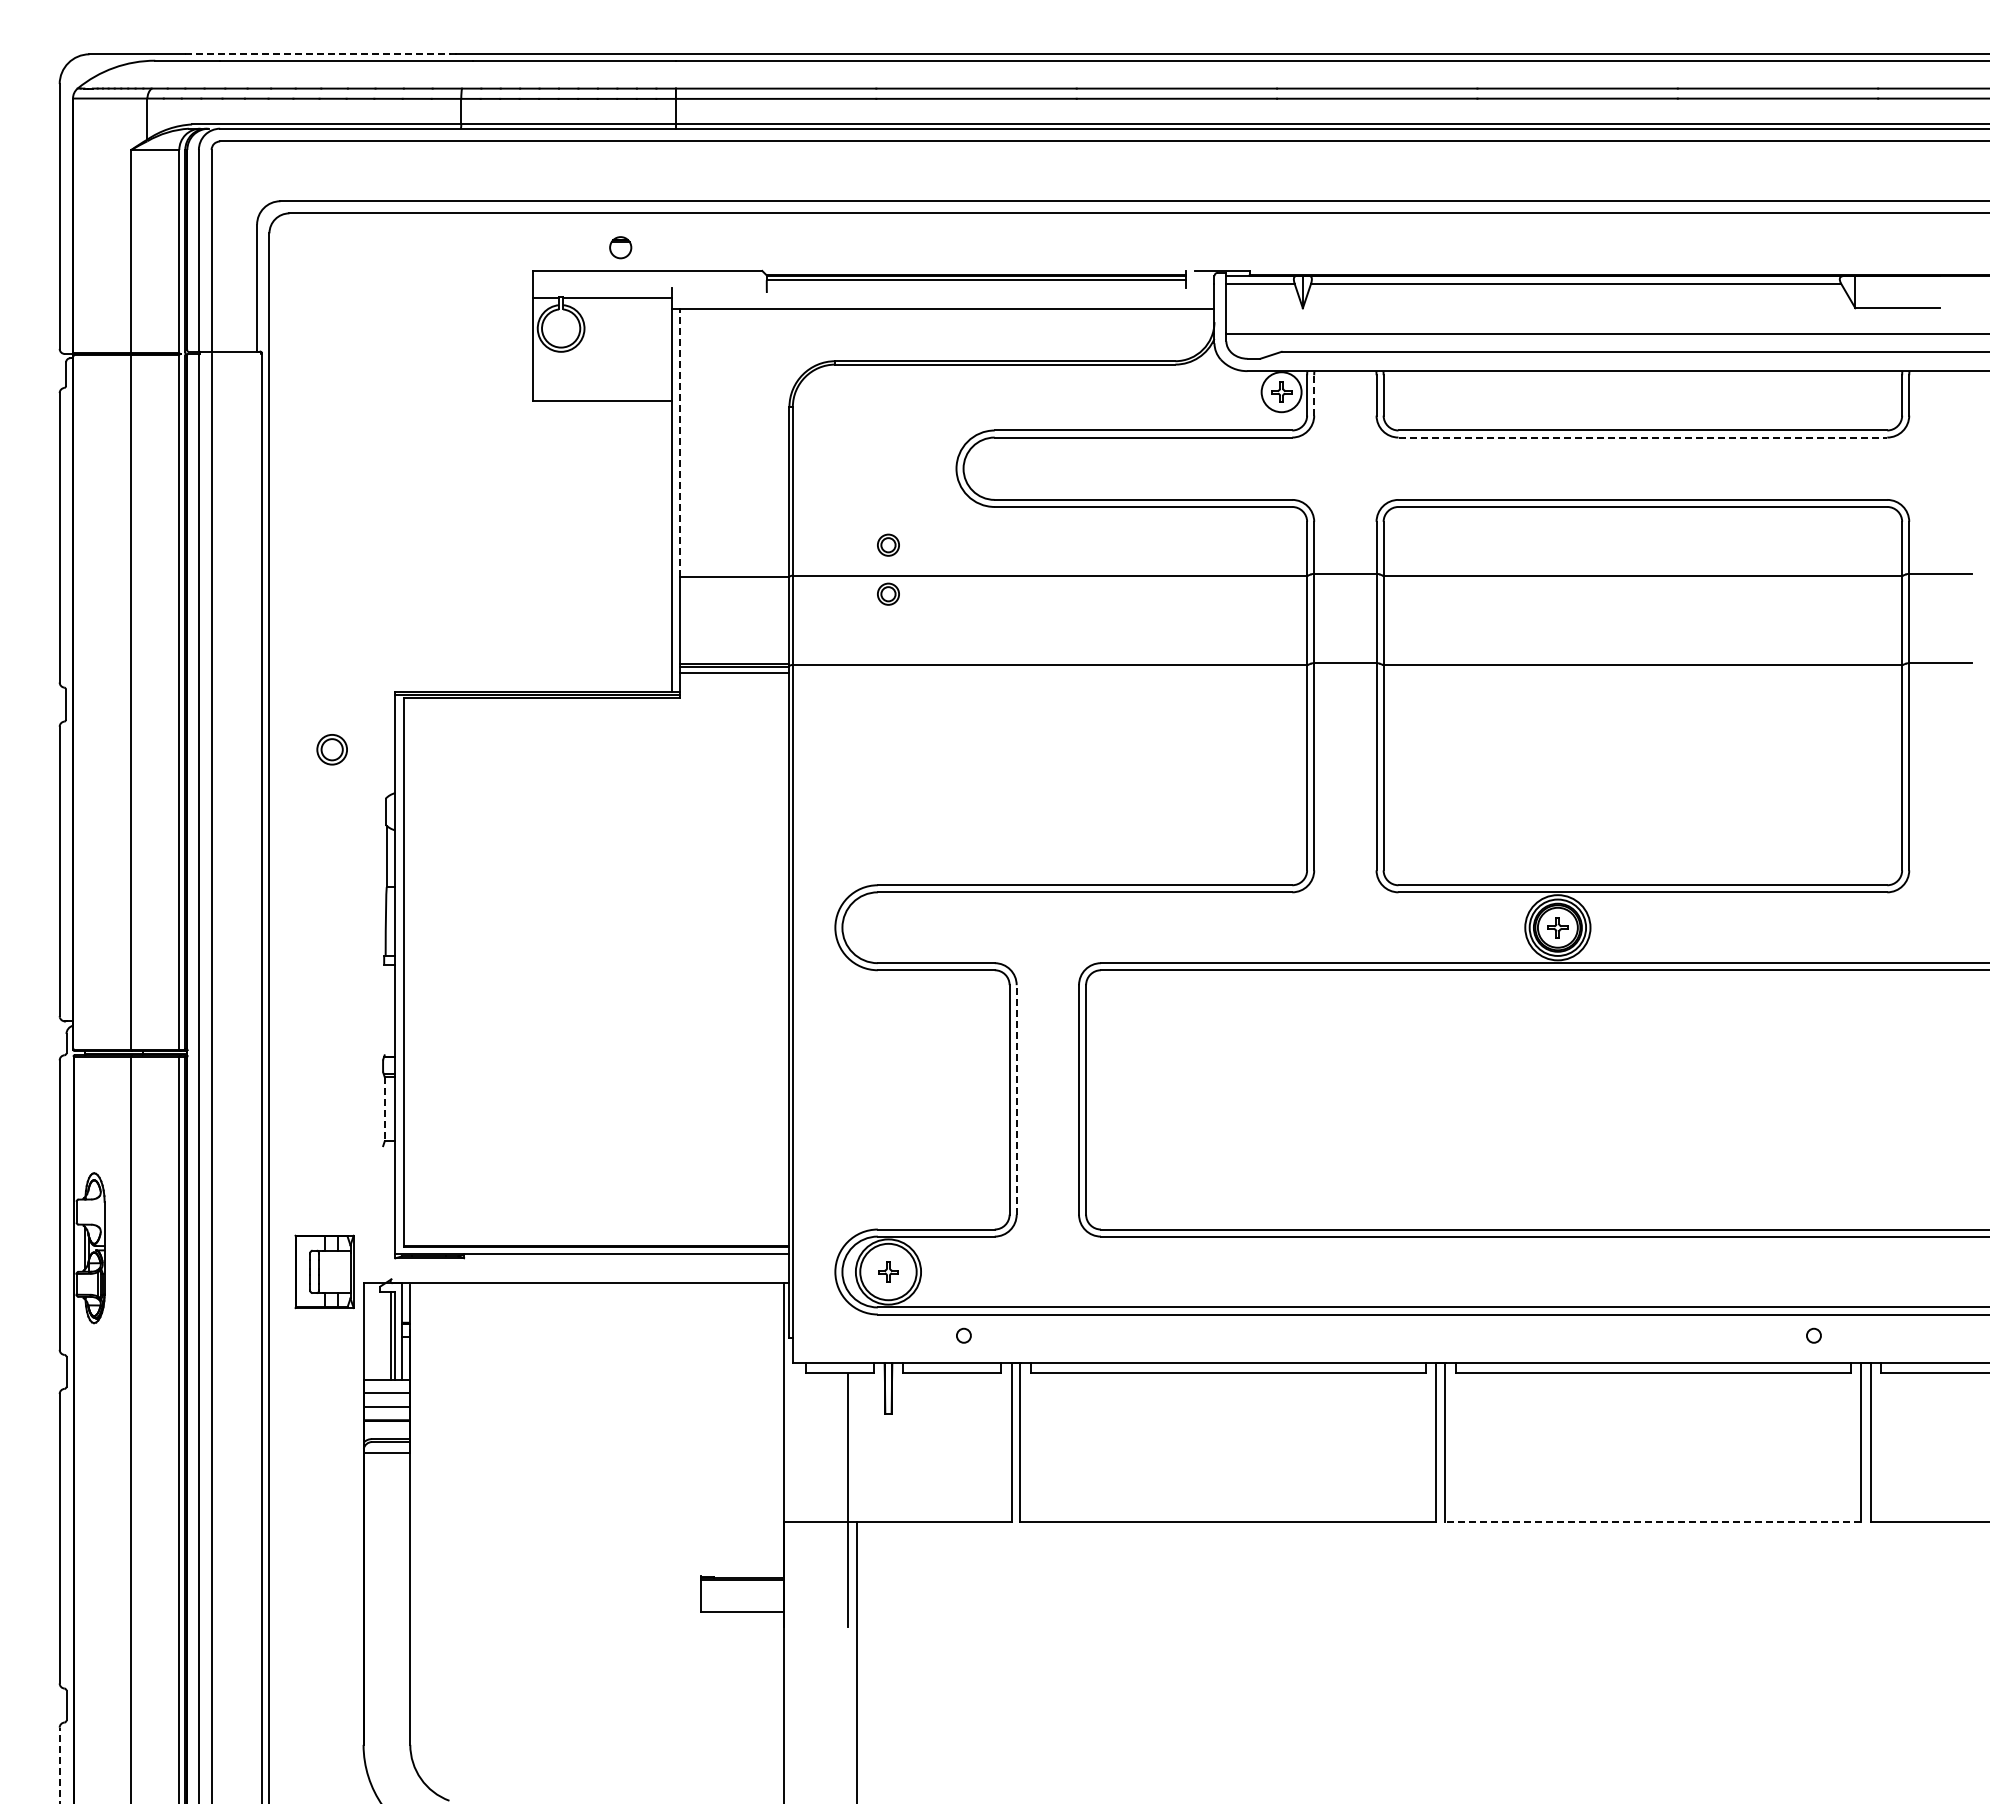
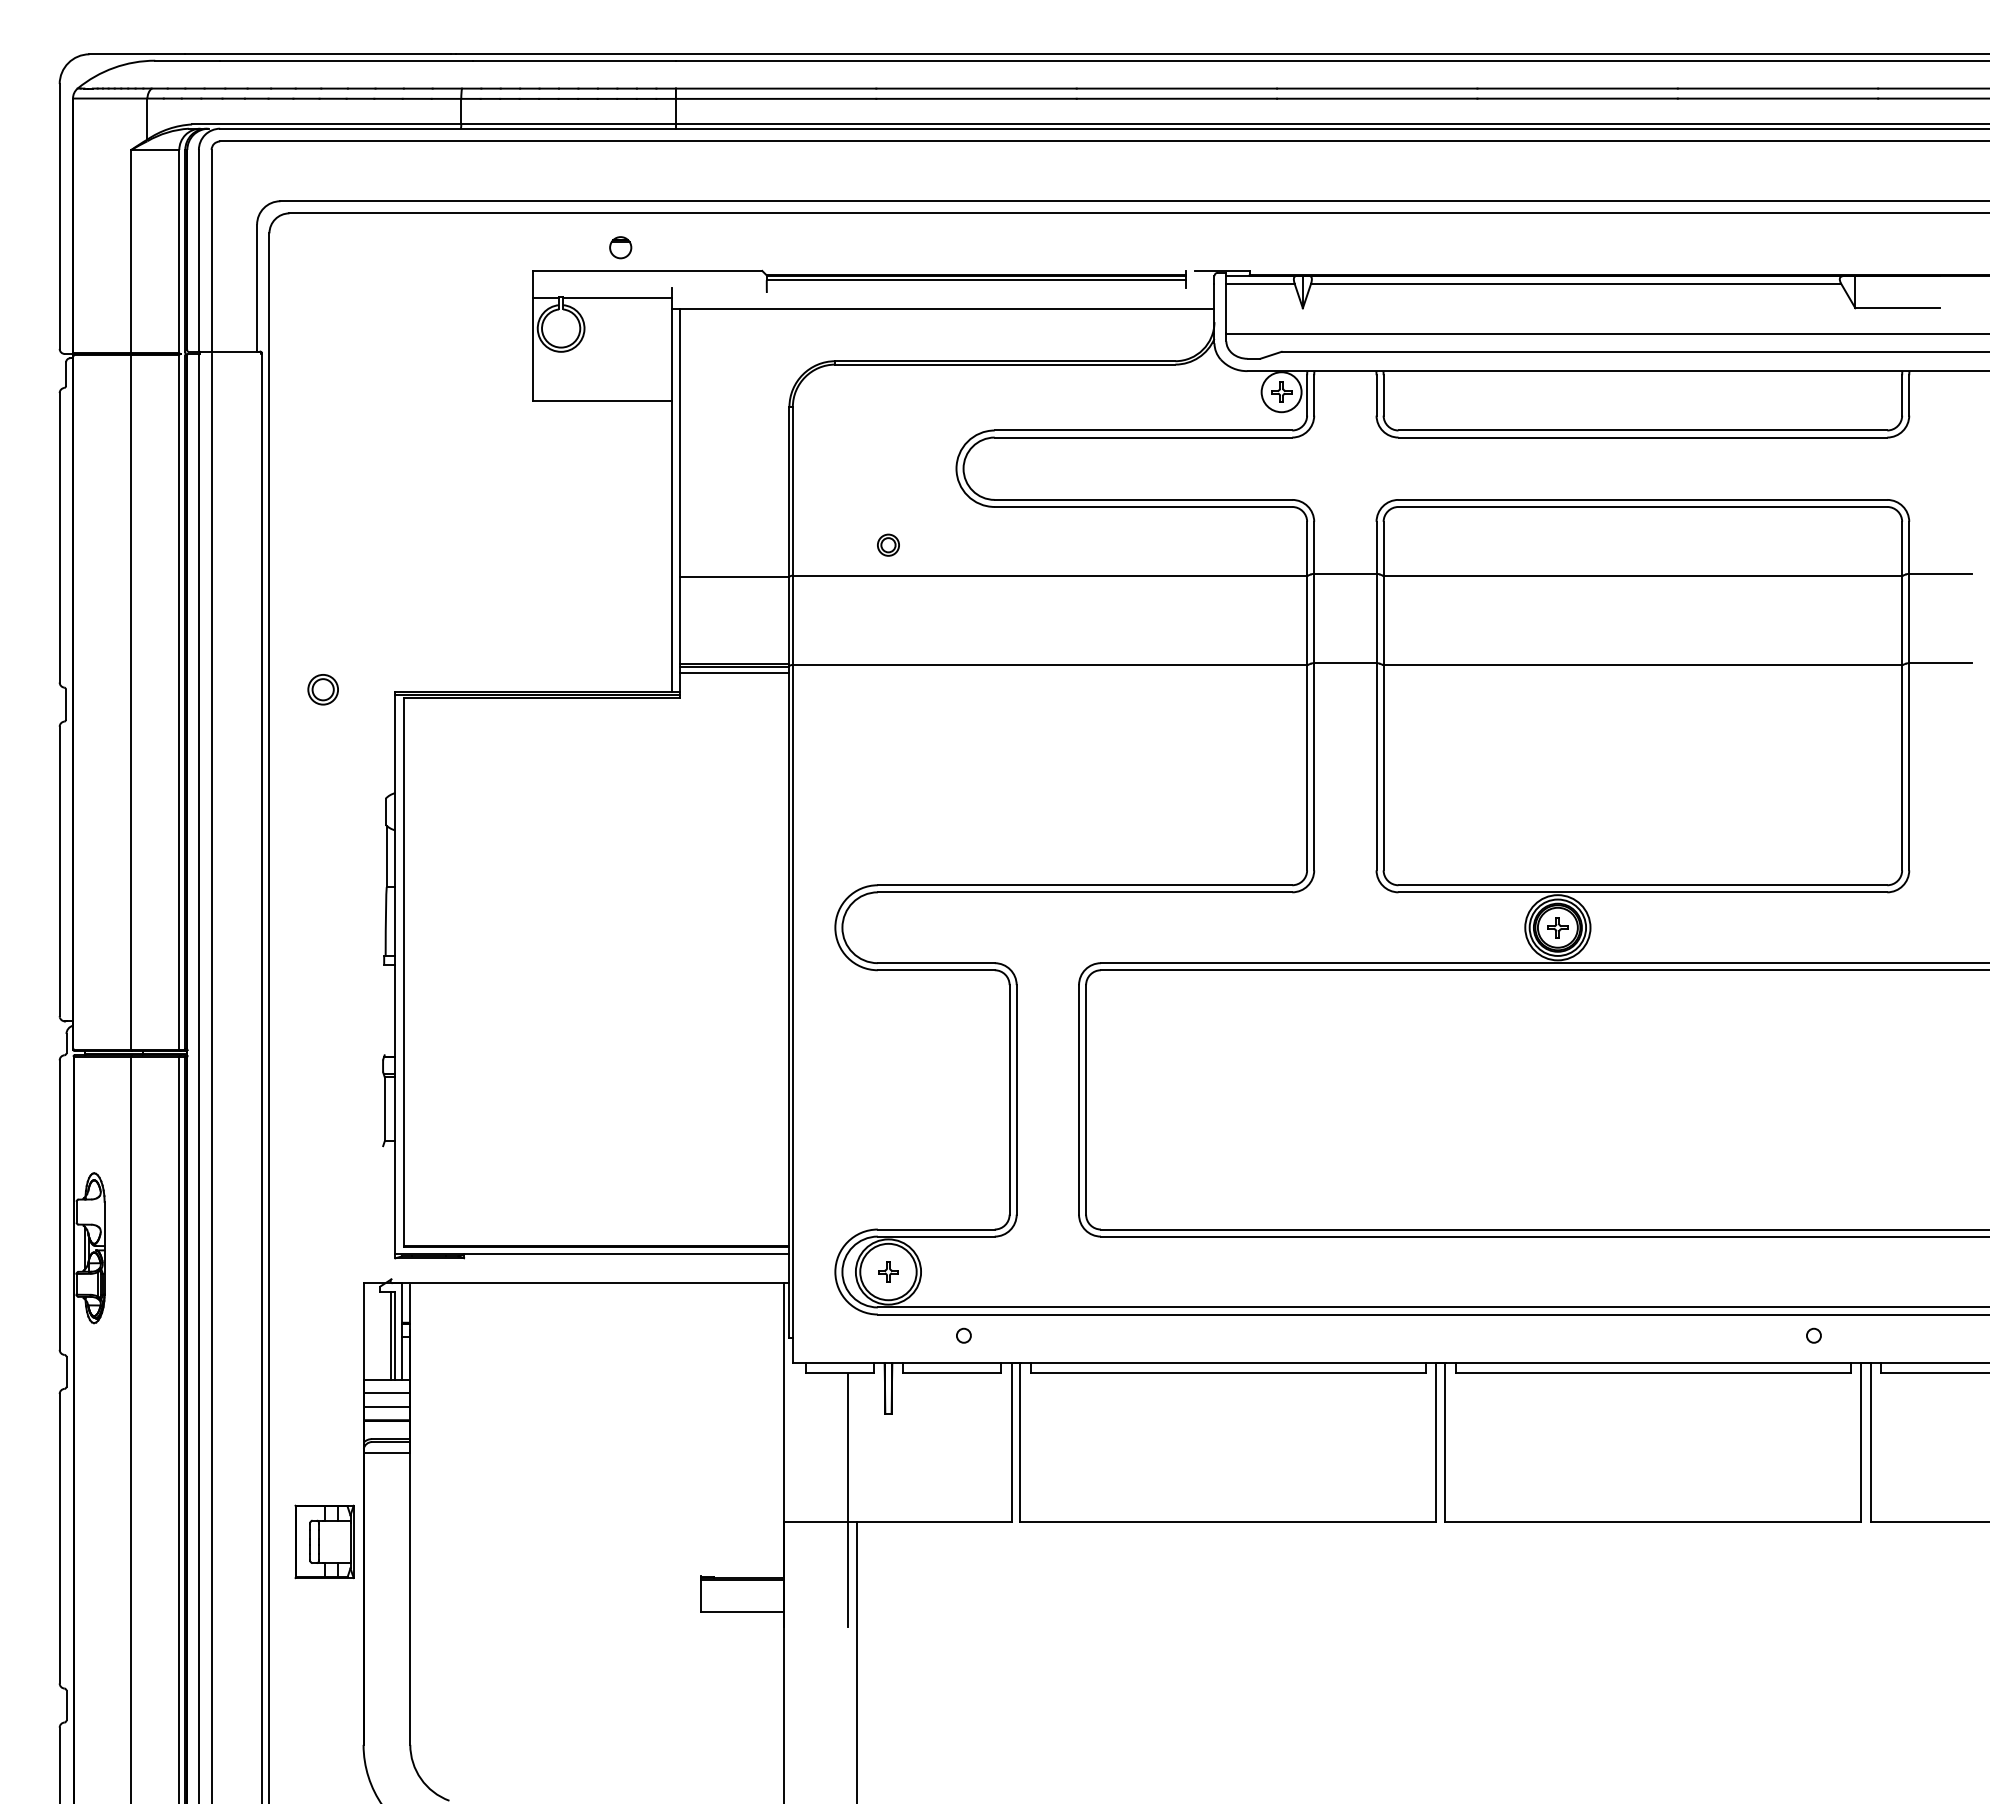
line at (317, 54): dashed -> solid
line at (1314, 394): dashed -> solid
line at (1643, 437): dashed -> solid
line at (680, 442): dashed -> solid
part at (888, 593): present -> none
part at (331, 749) position: (331, 749) -> (322, 689)
line at (1016, 1099): dashed -> solid
line at (384, 1109): dashed -> solid
part at (324, 1271) position: (324, 1271) -> (324, 1541)
line at (1653, 1521): dashed -> solid
line at (59, 1765): dashed -> solid
